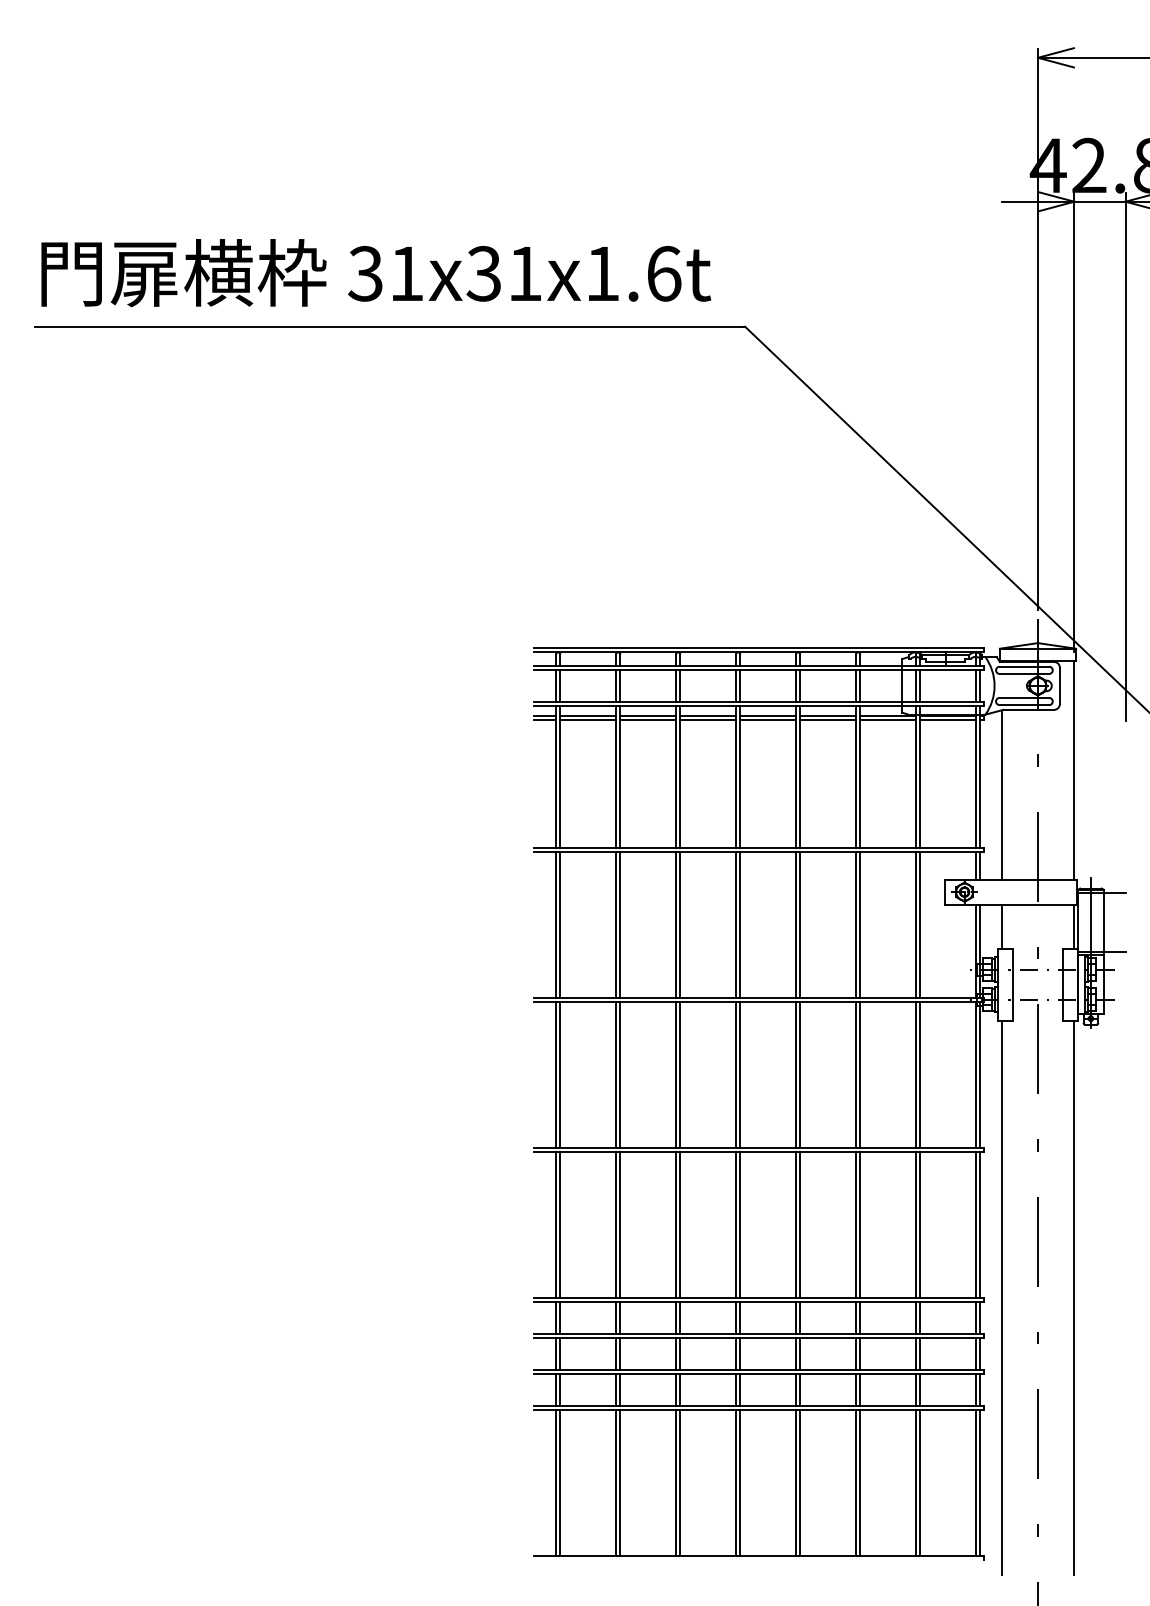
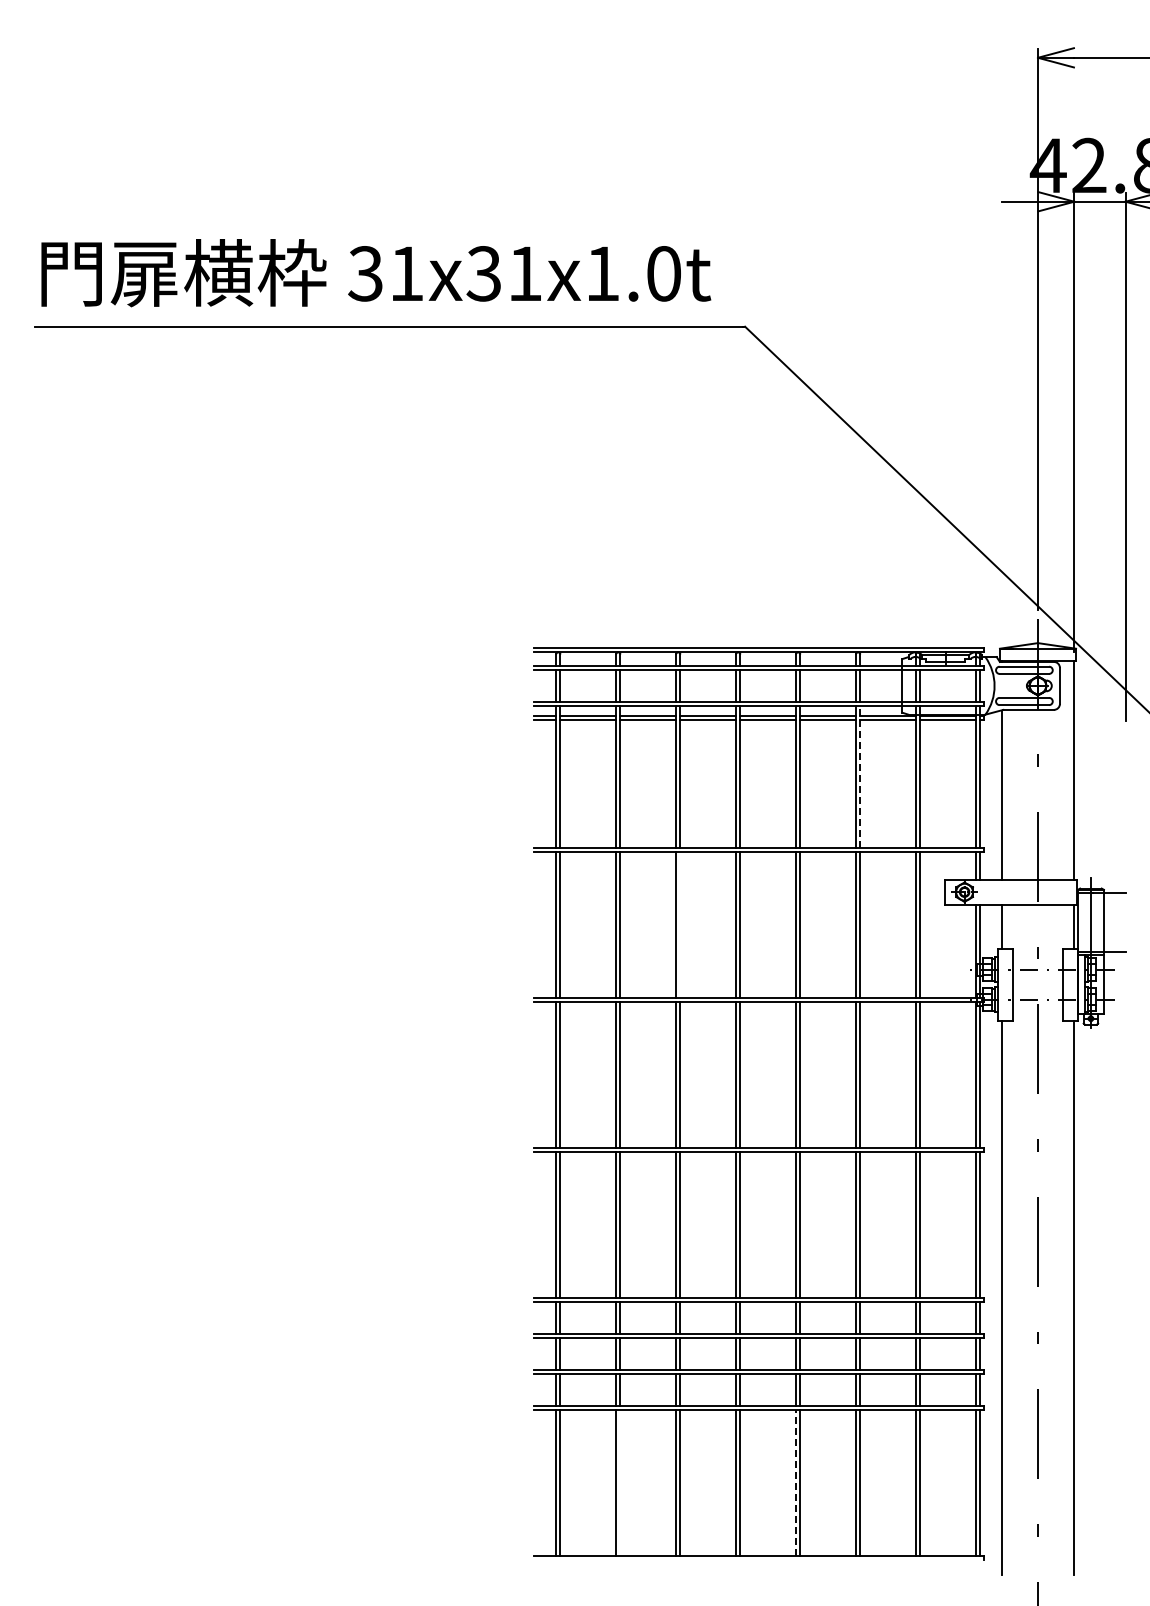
text at (664, 273): 31x31x1.6t -> 31x31x1.0t
line at (860, 776): solid -> dashed
line at (680, 924): present -> none
line at (620, 1482): present -> none
line at (795, 1482): solid -> dashed
